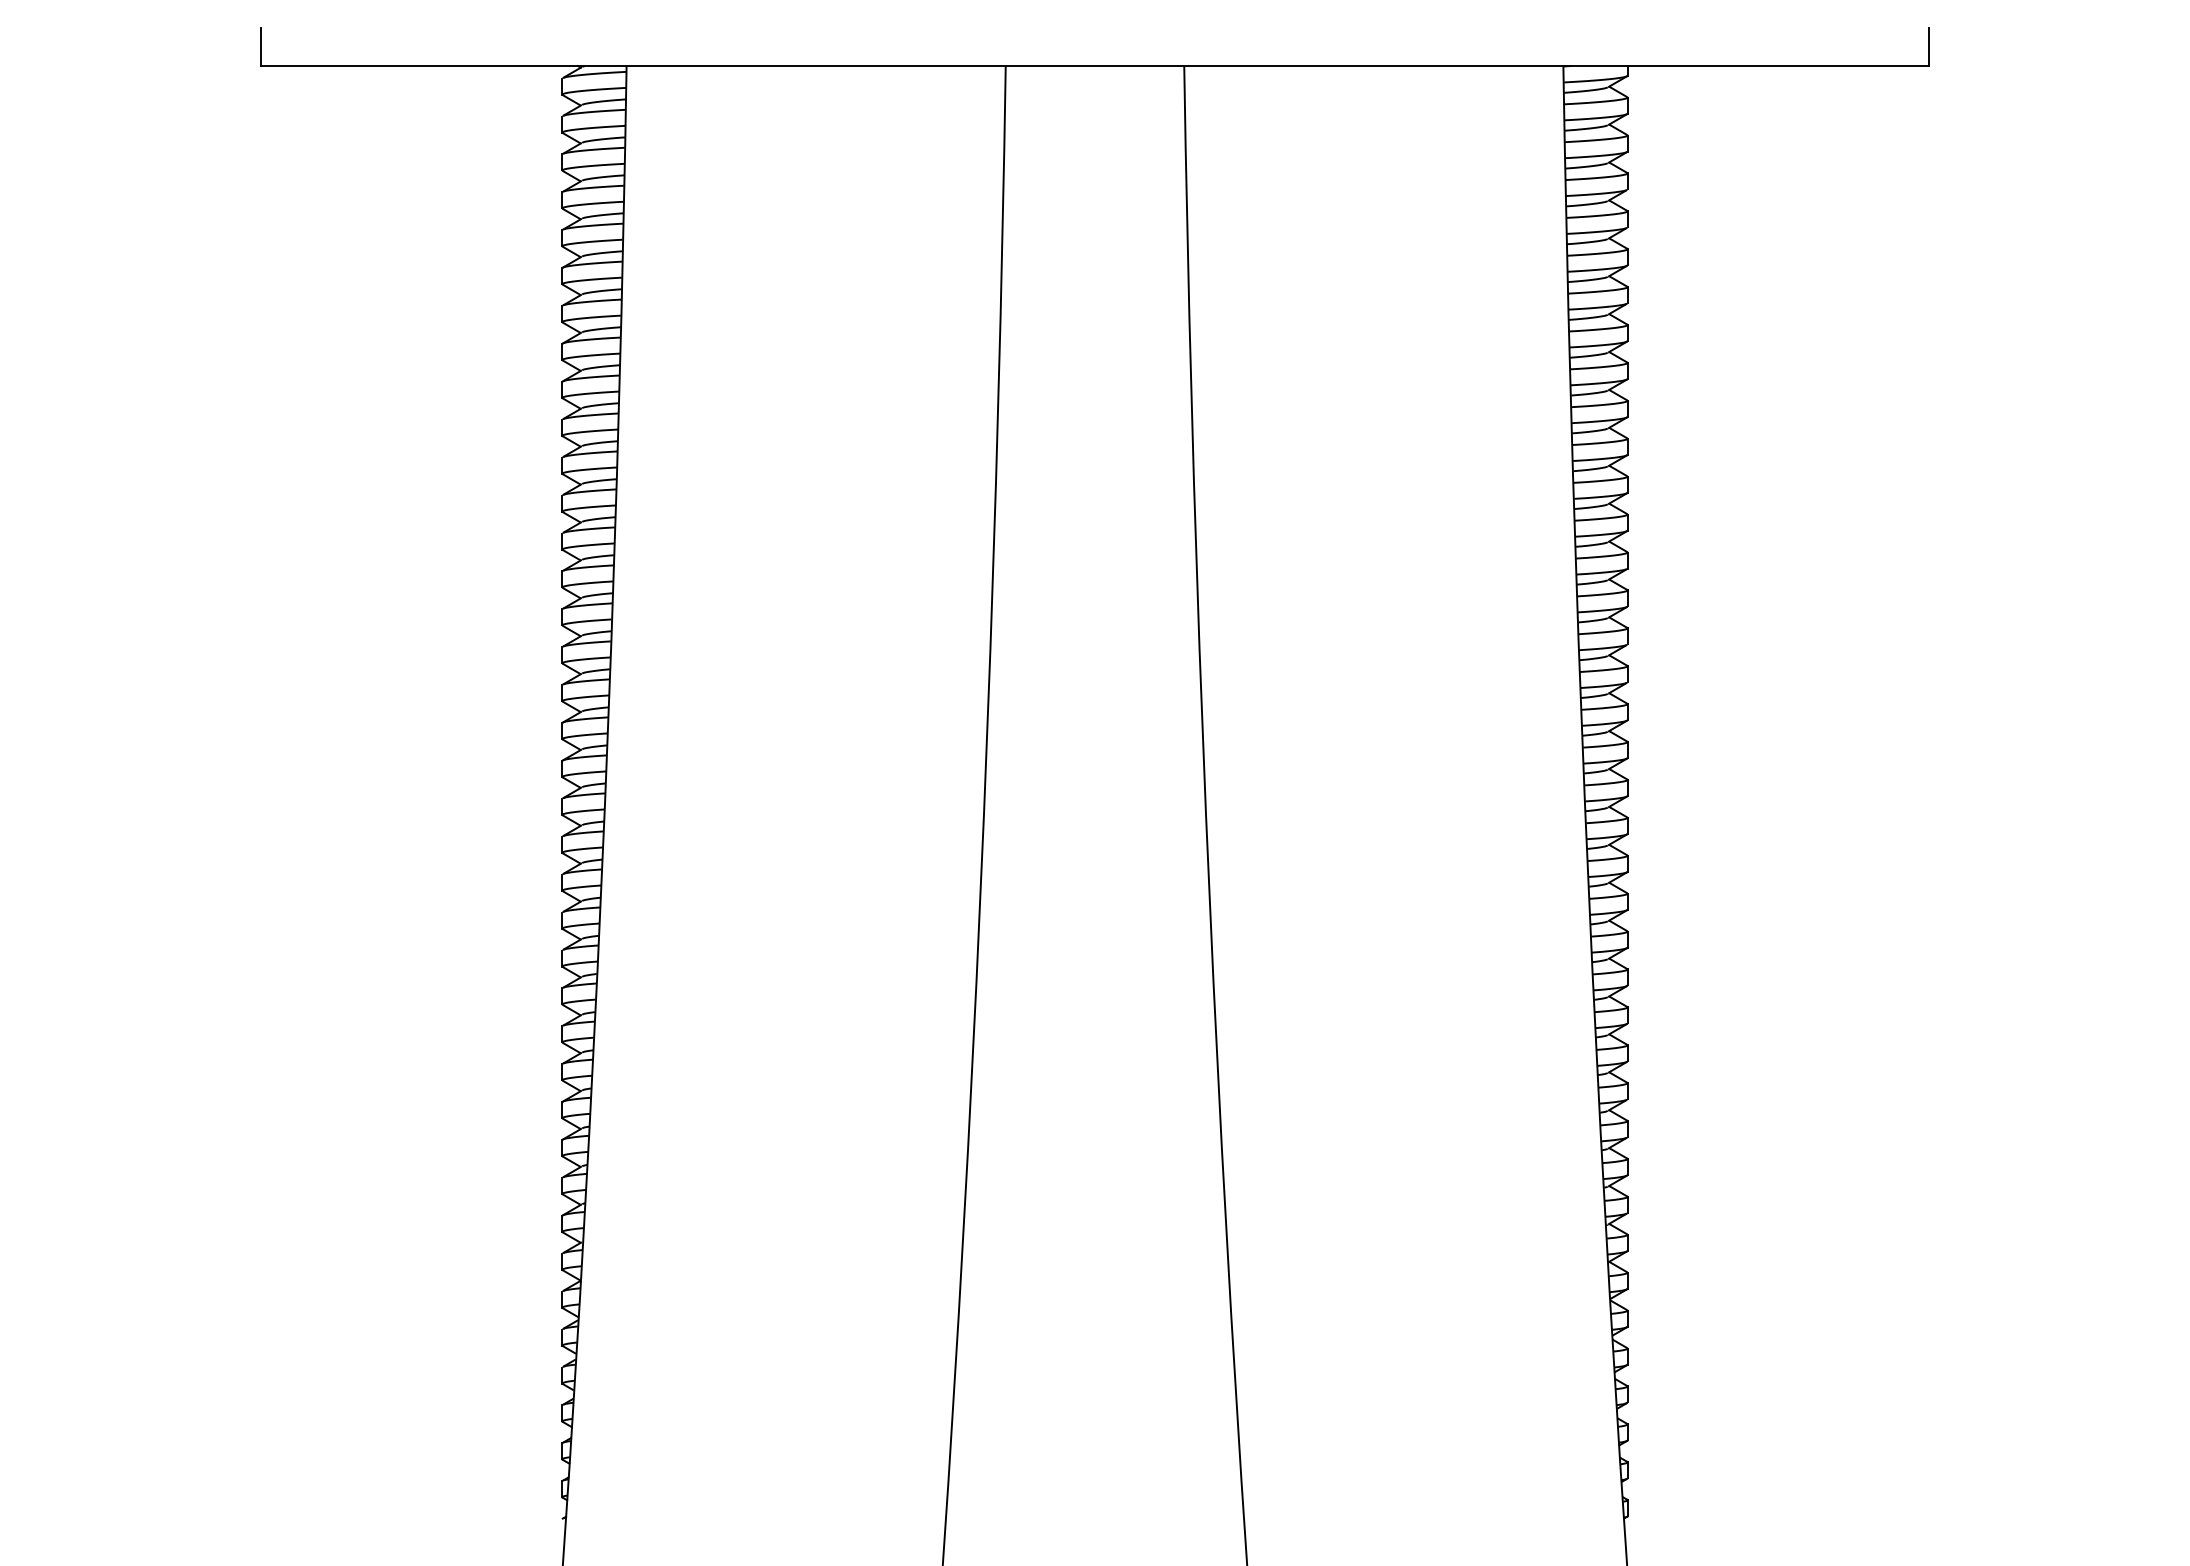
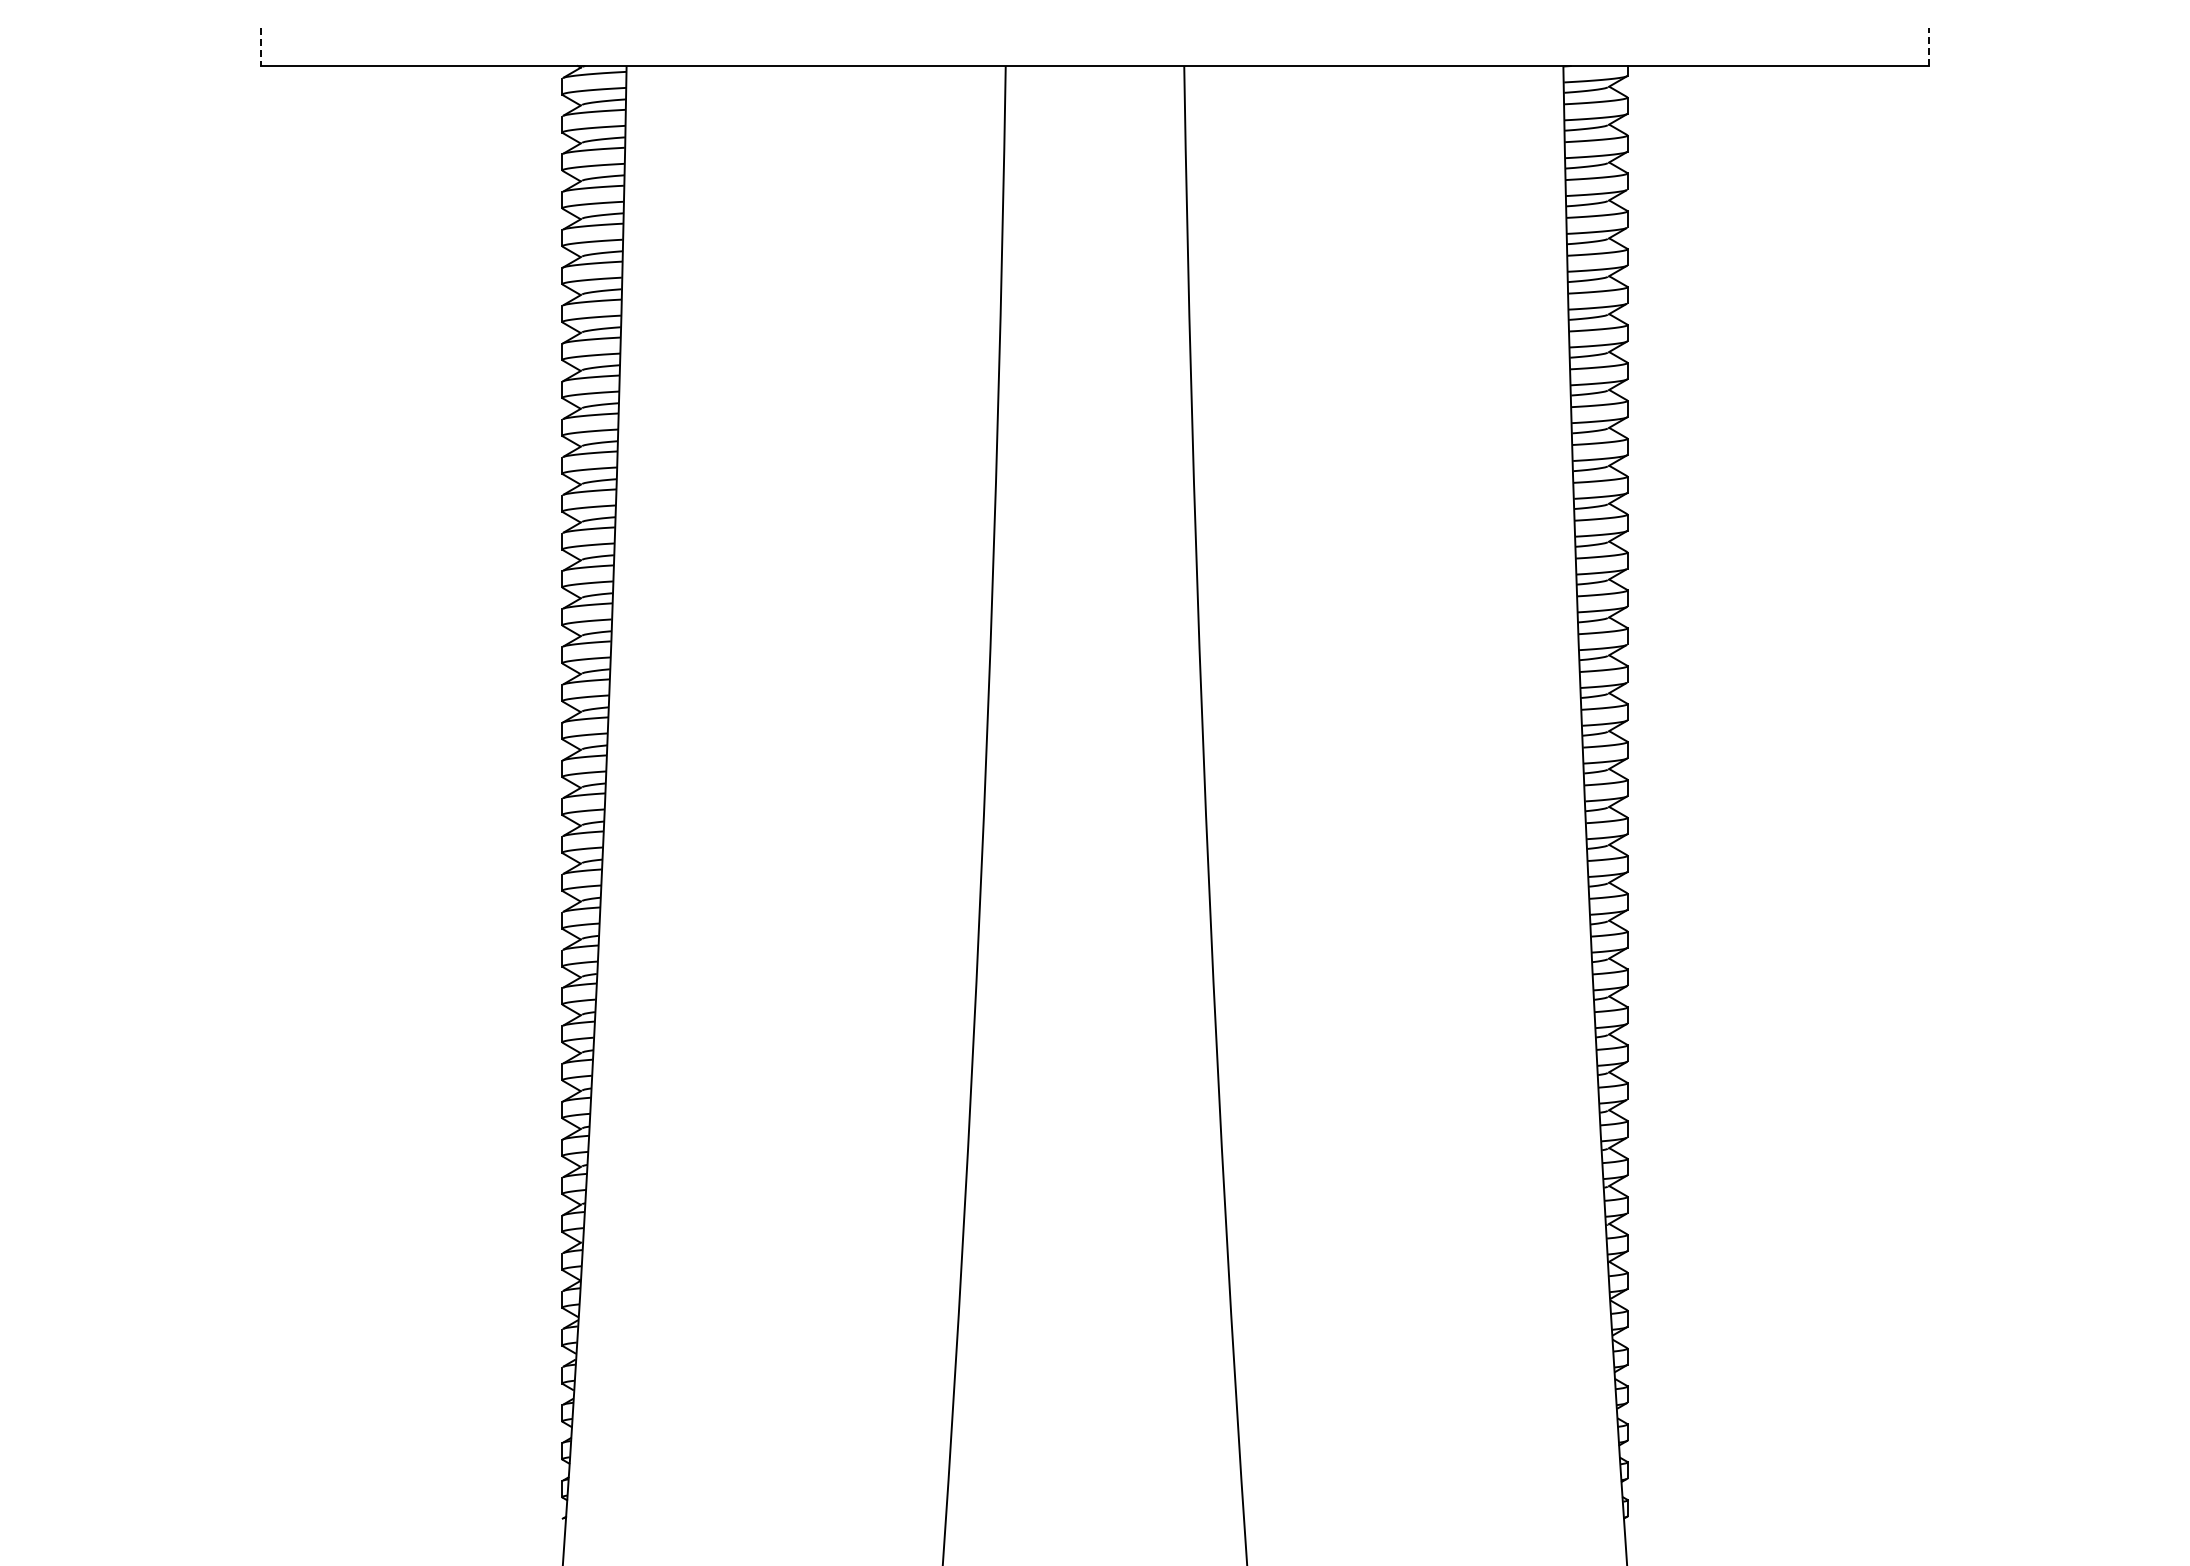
line at (261, 47): solid -> dashed
line at (1928, 47): solid -> dashed
